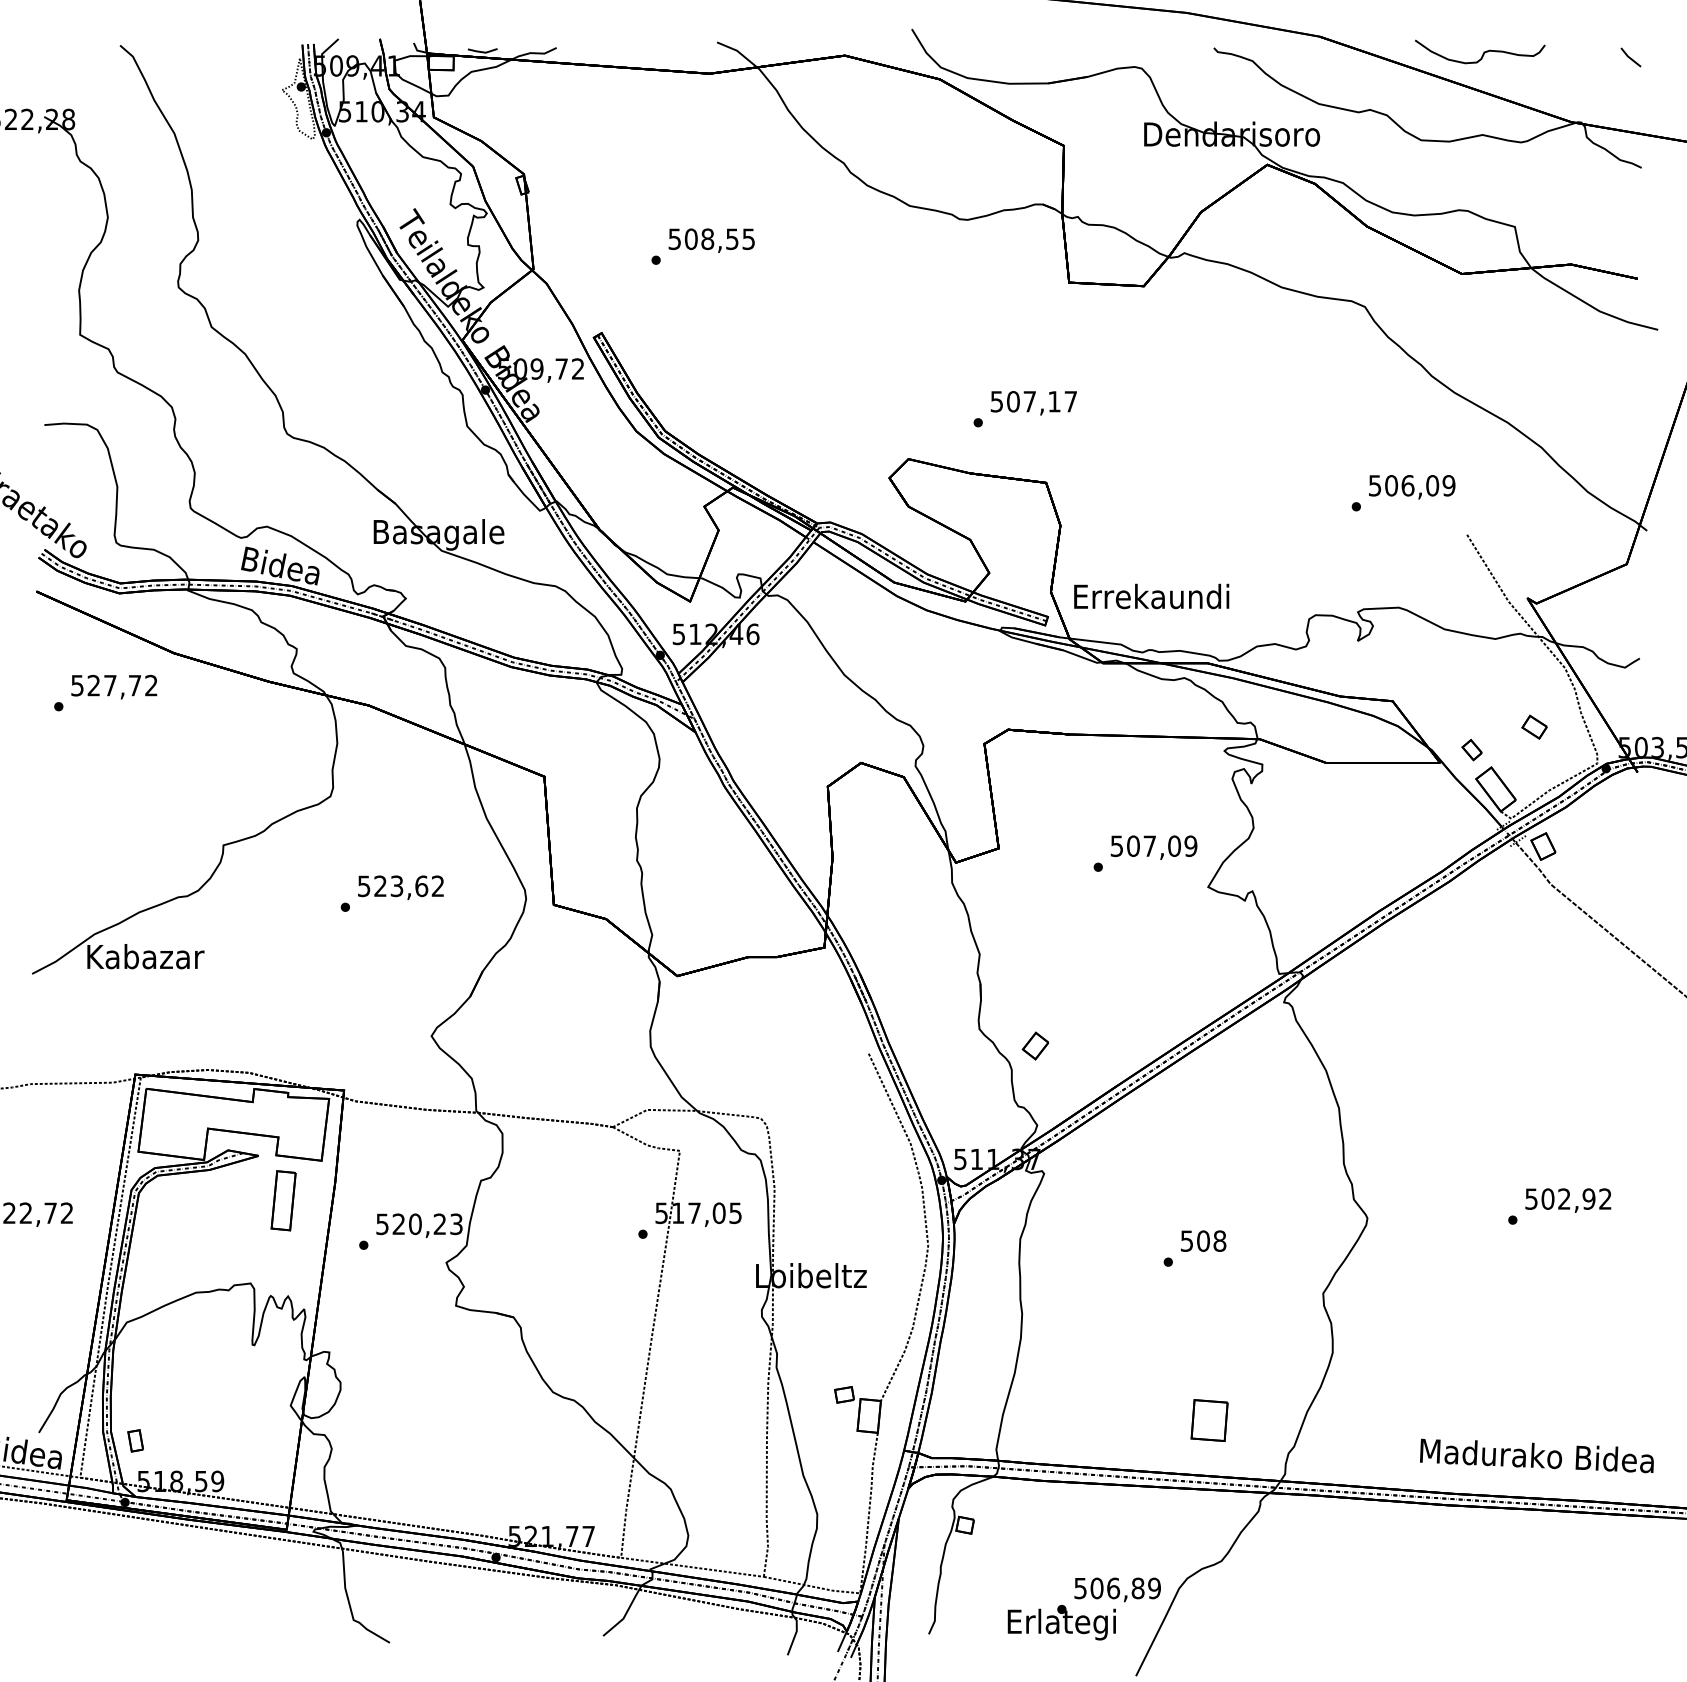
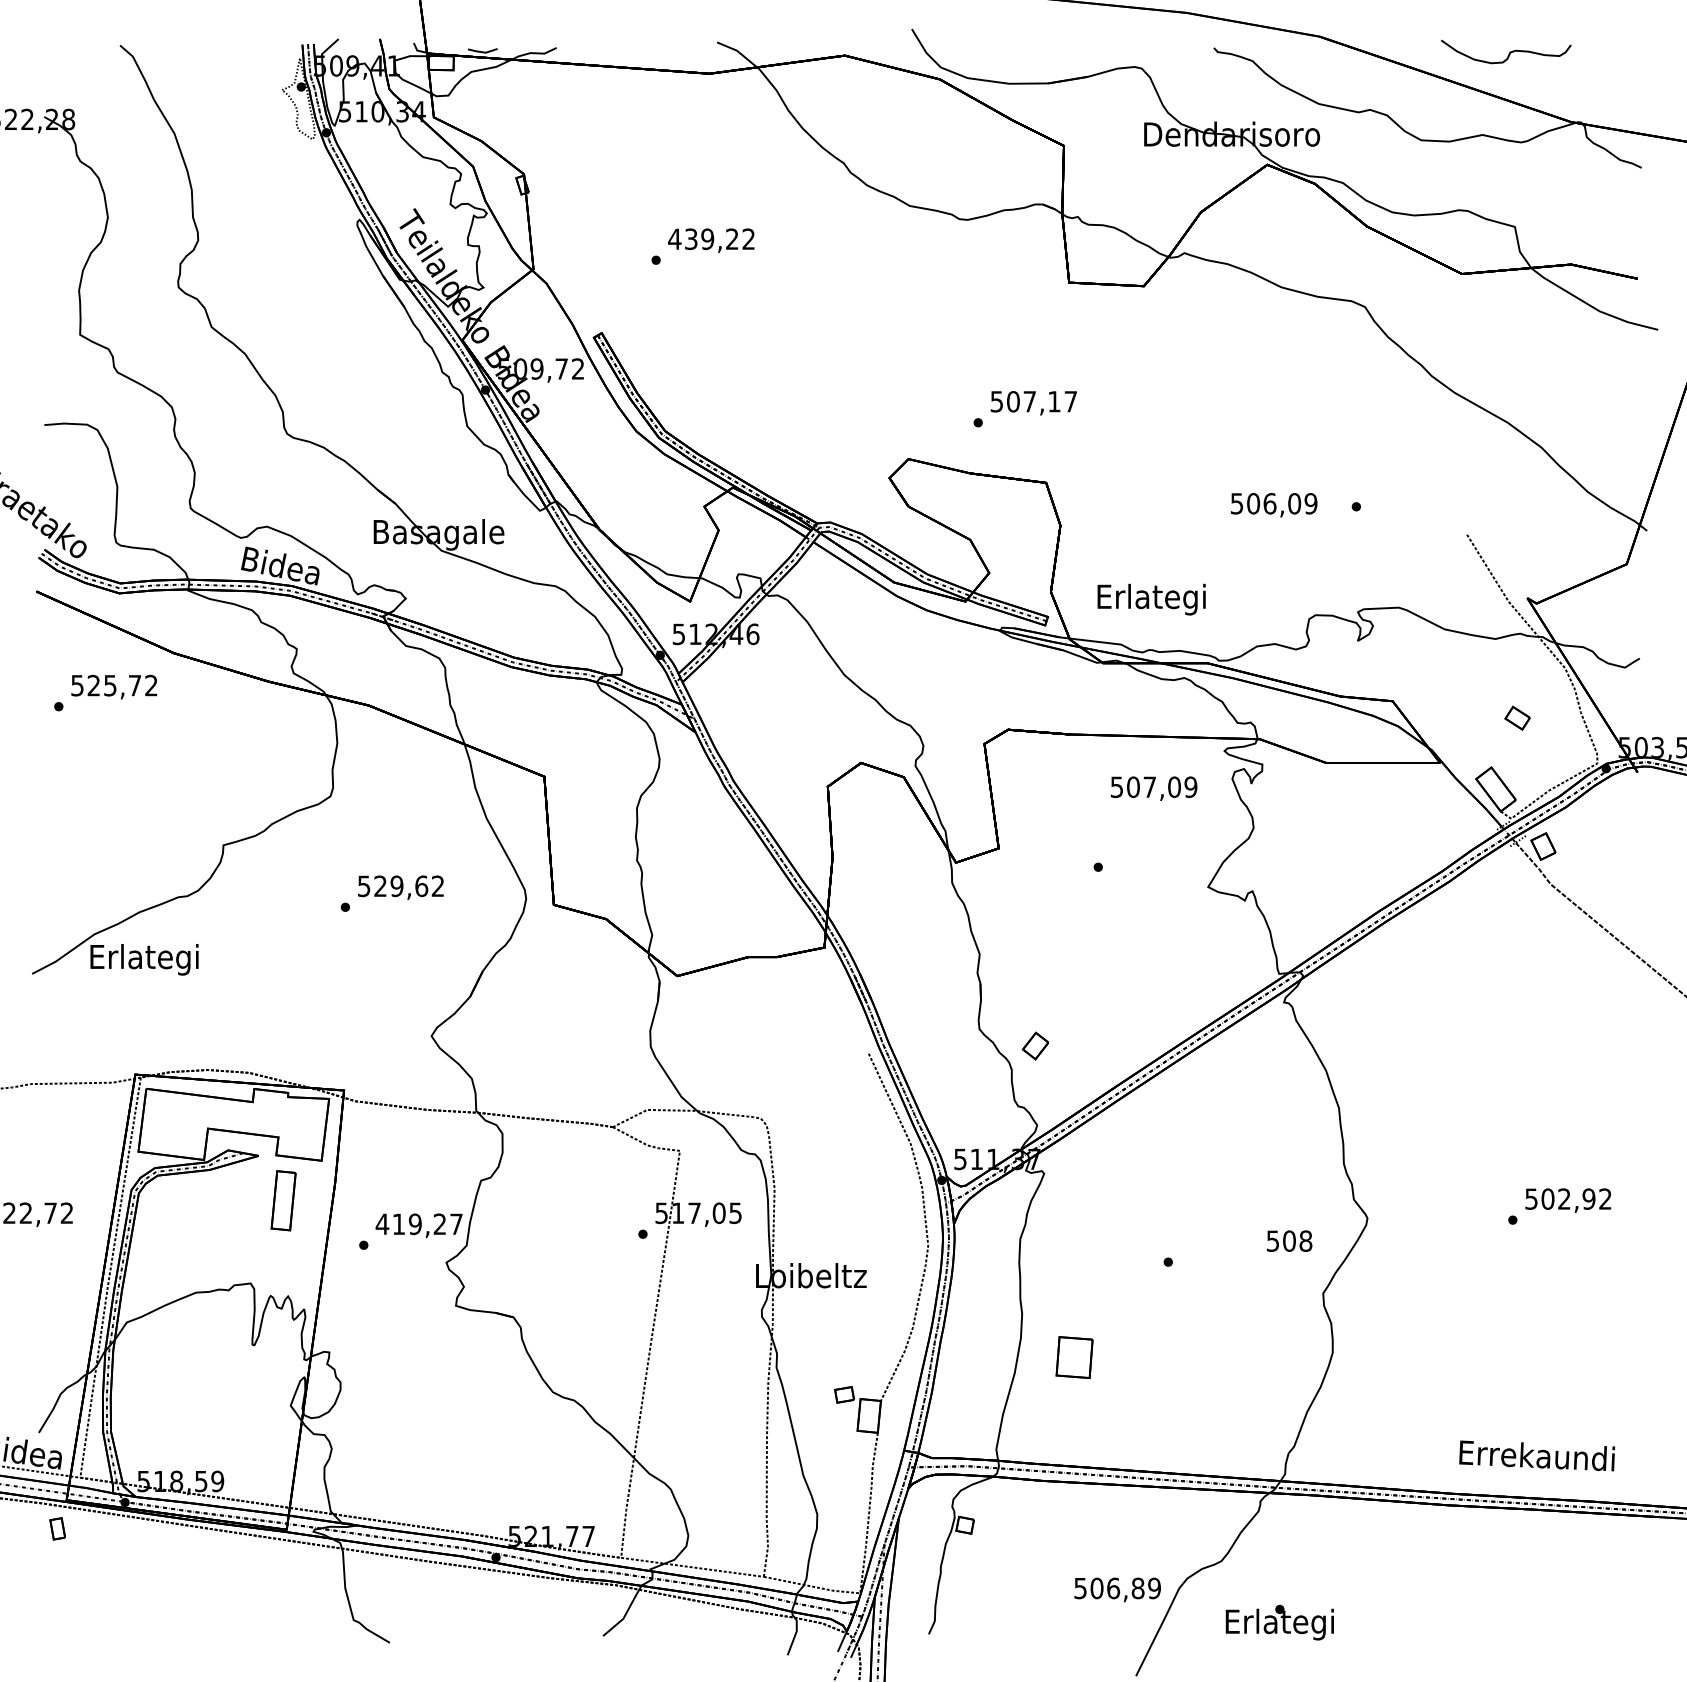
curve at (1482, 53) position: (1482, 53) -> (1508, 53)
line at (1630, 57): present -> none
text at (711, 239): 508,55 -> 439,22
text at (1412, 487) position: (1412, 487) -> (1274, 505)
text at (1151, 599): Errekaundi -> Erlategi
text at (110, 685): 527,72 -> 525,72
part at (1534, 726) position: (1534, 726) -> (1517, 717)
part at (1471, 750): present -> none
text at (1153, 847) position: (1153, 847) -> (1153, 788)
text at (396, 885): 523,62 -> 529,62
text at (145, 959): Kabazar -> Erlategi
text at (418, 1224): 520,23 -> 419,27
text at (1203, 1240) position: (1203, 1240) -> (1289, 1240)
part at (1209, 1420) position: (1209, 1420) -> (1074, 1357)
part at (135, 1440) position: (135, 1440) -> (57, 1528)
text at (1536, 1455): Madurako Bidea -> Errekaundi
text at (1061, 1622) position: (1061, 1622) -> (1279, 1622)
